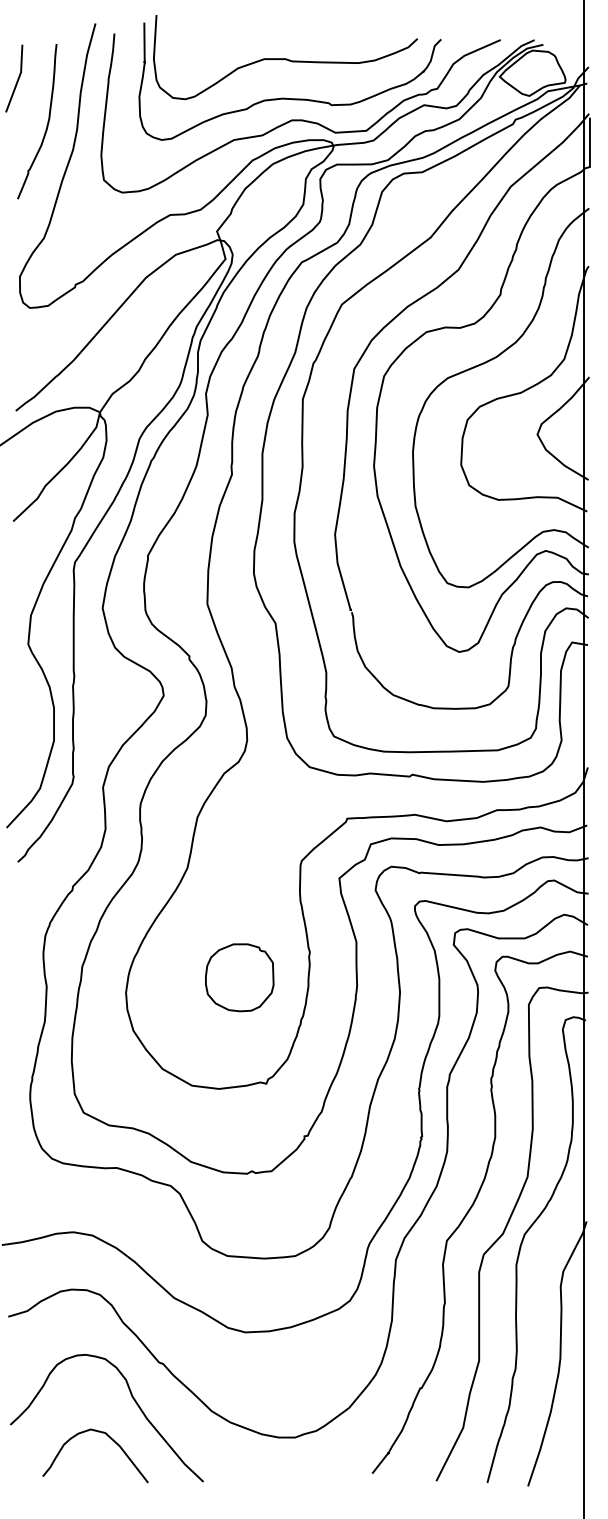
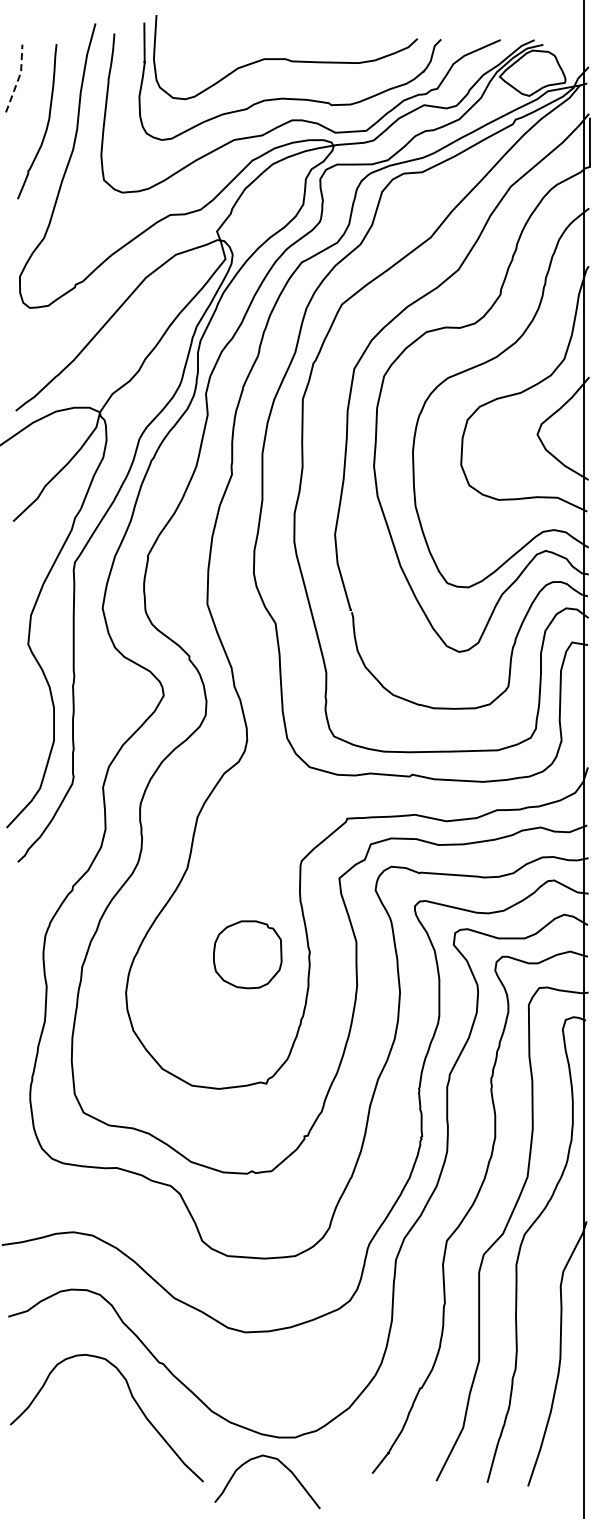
line at (18, 78): solid -> dashed
part at (239, 977) position: (239, 977) -> (247, 954)
curve at (110, 1439) position: (110, 1439) -> (282, 1465)
